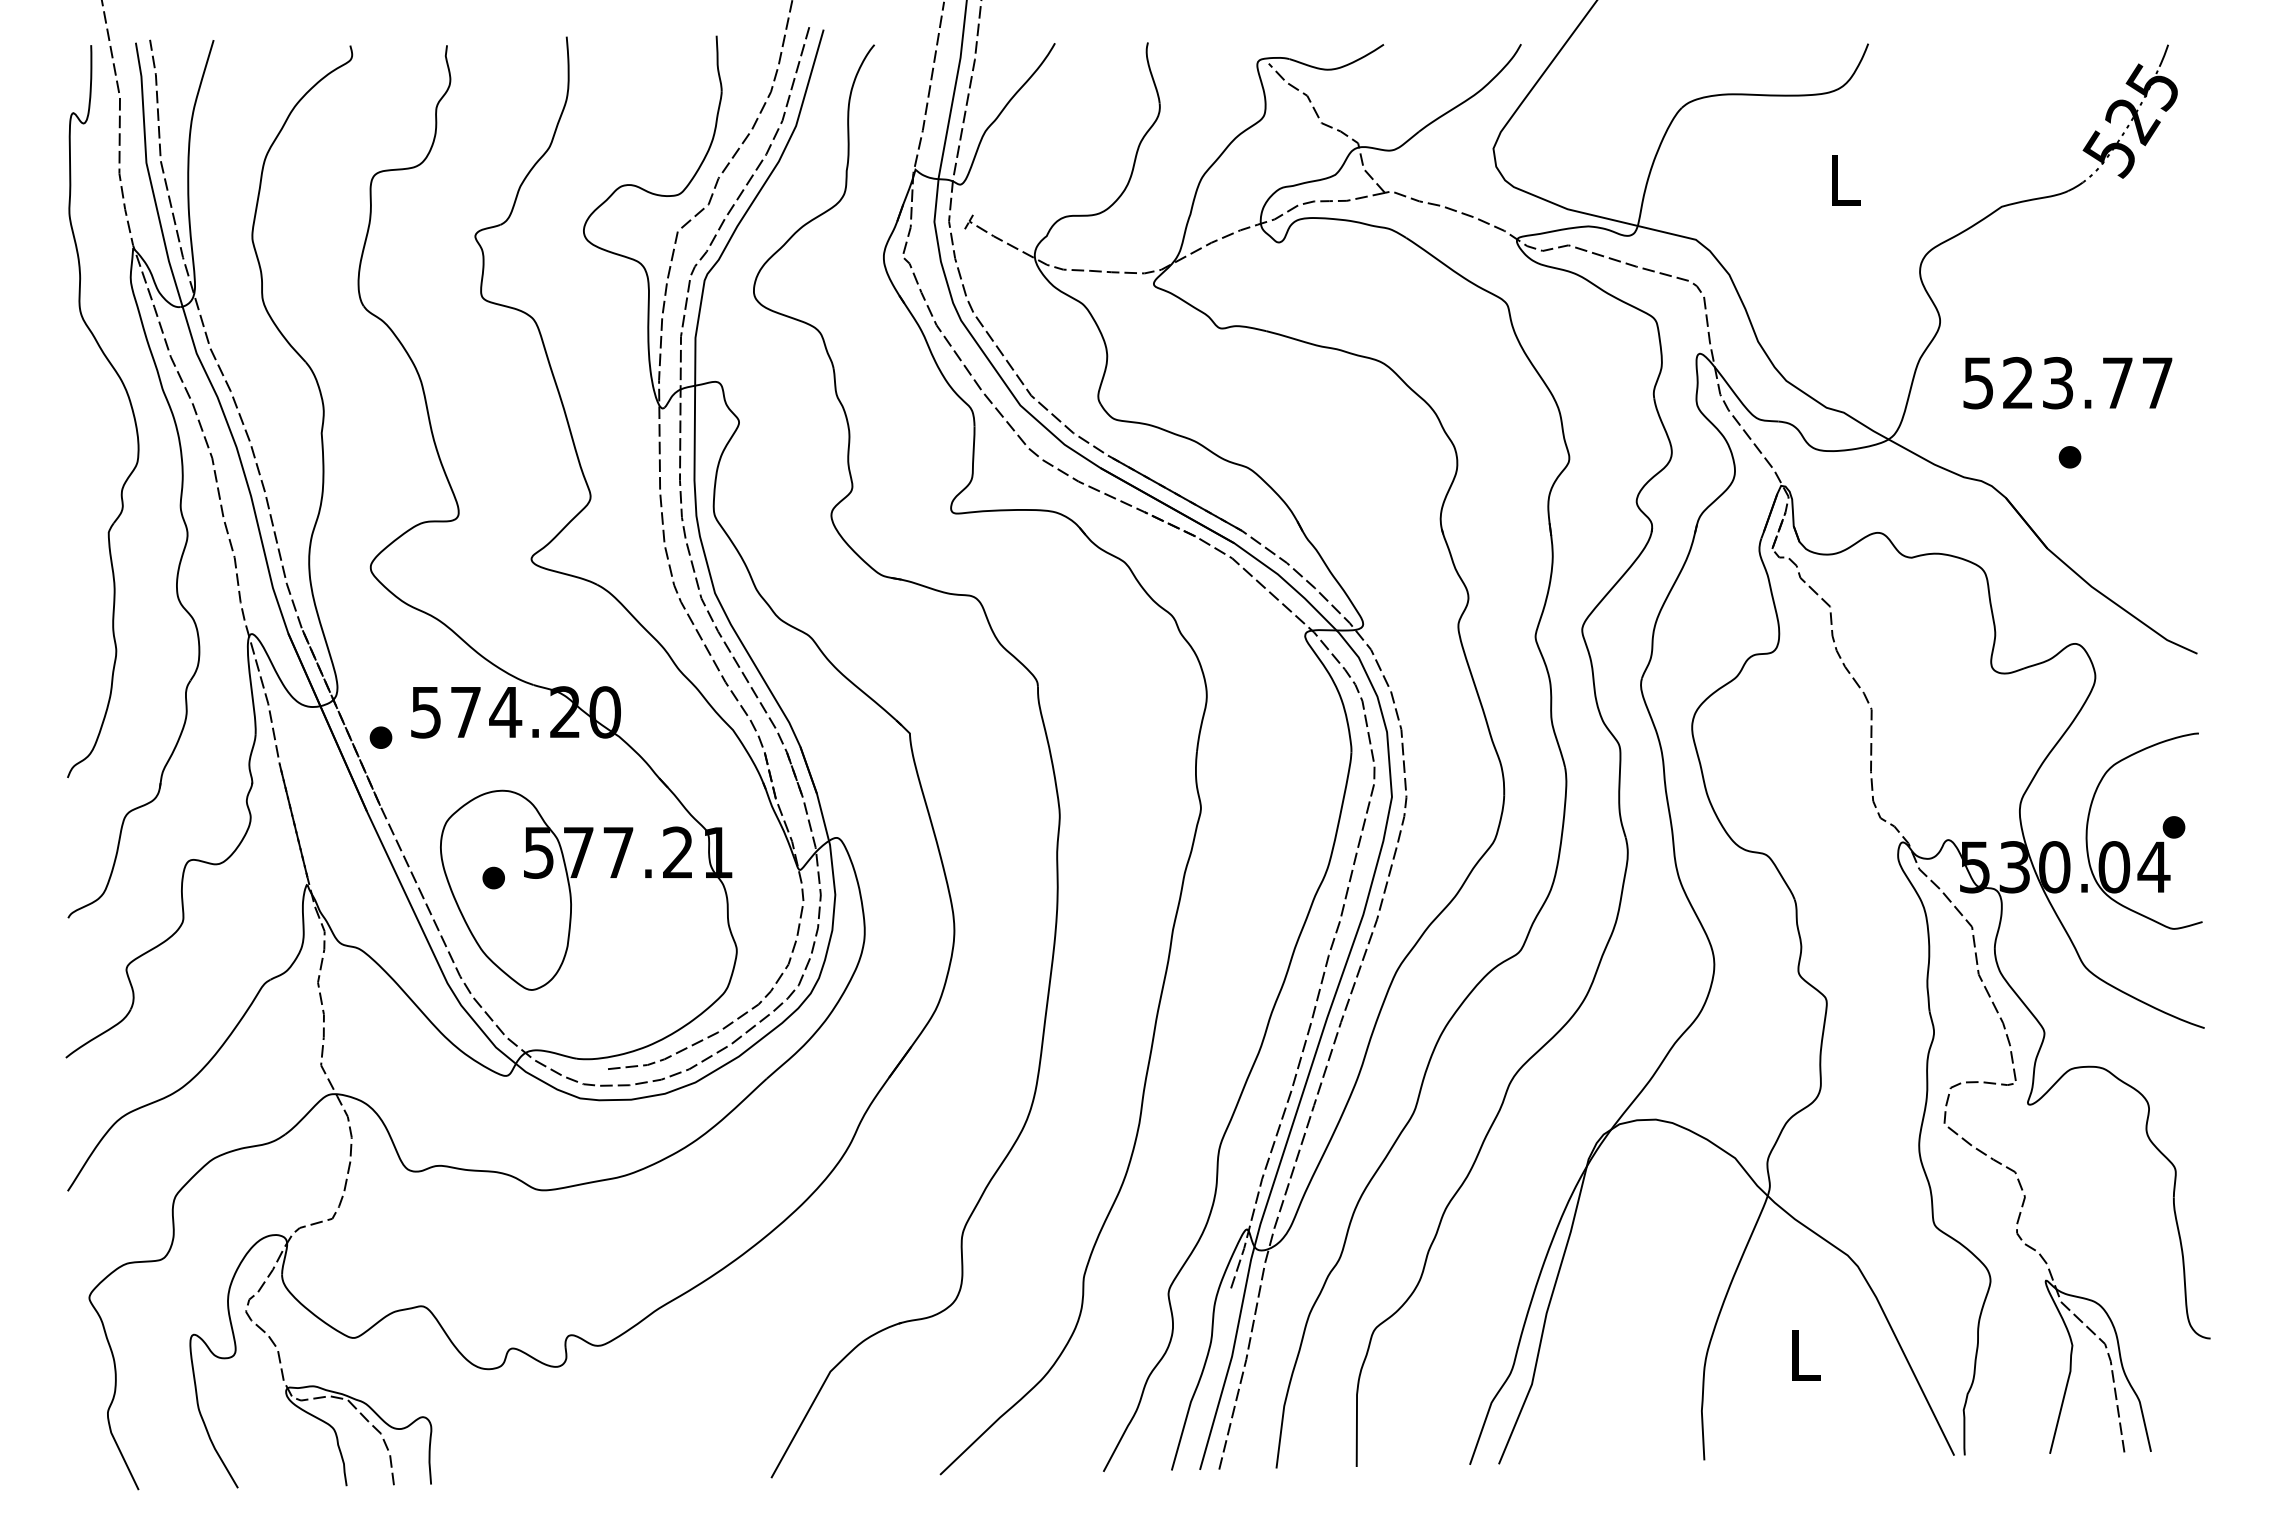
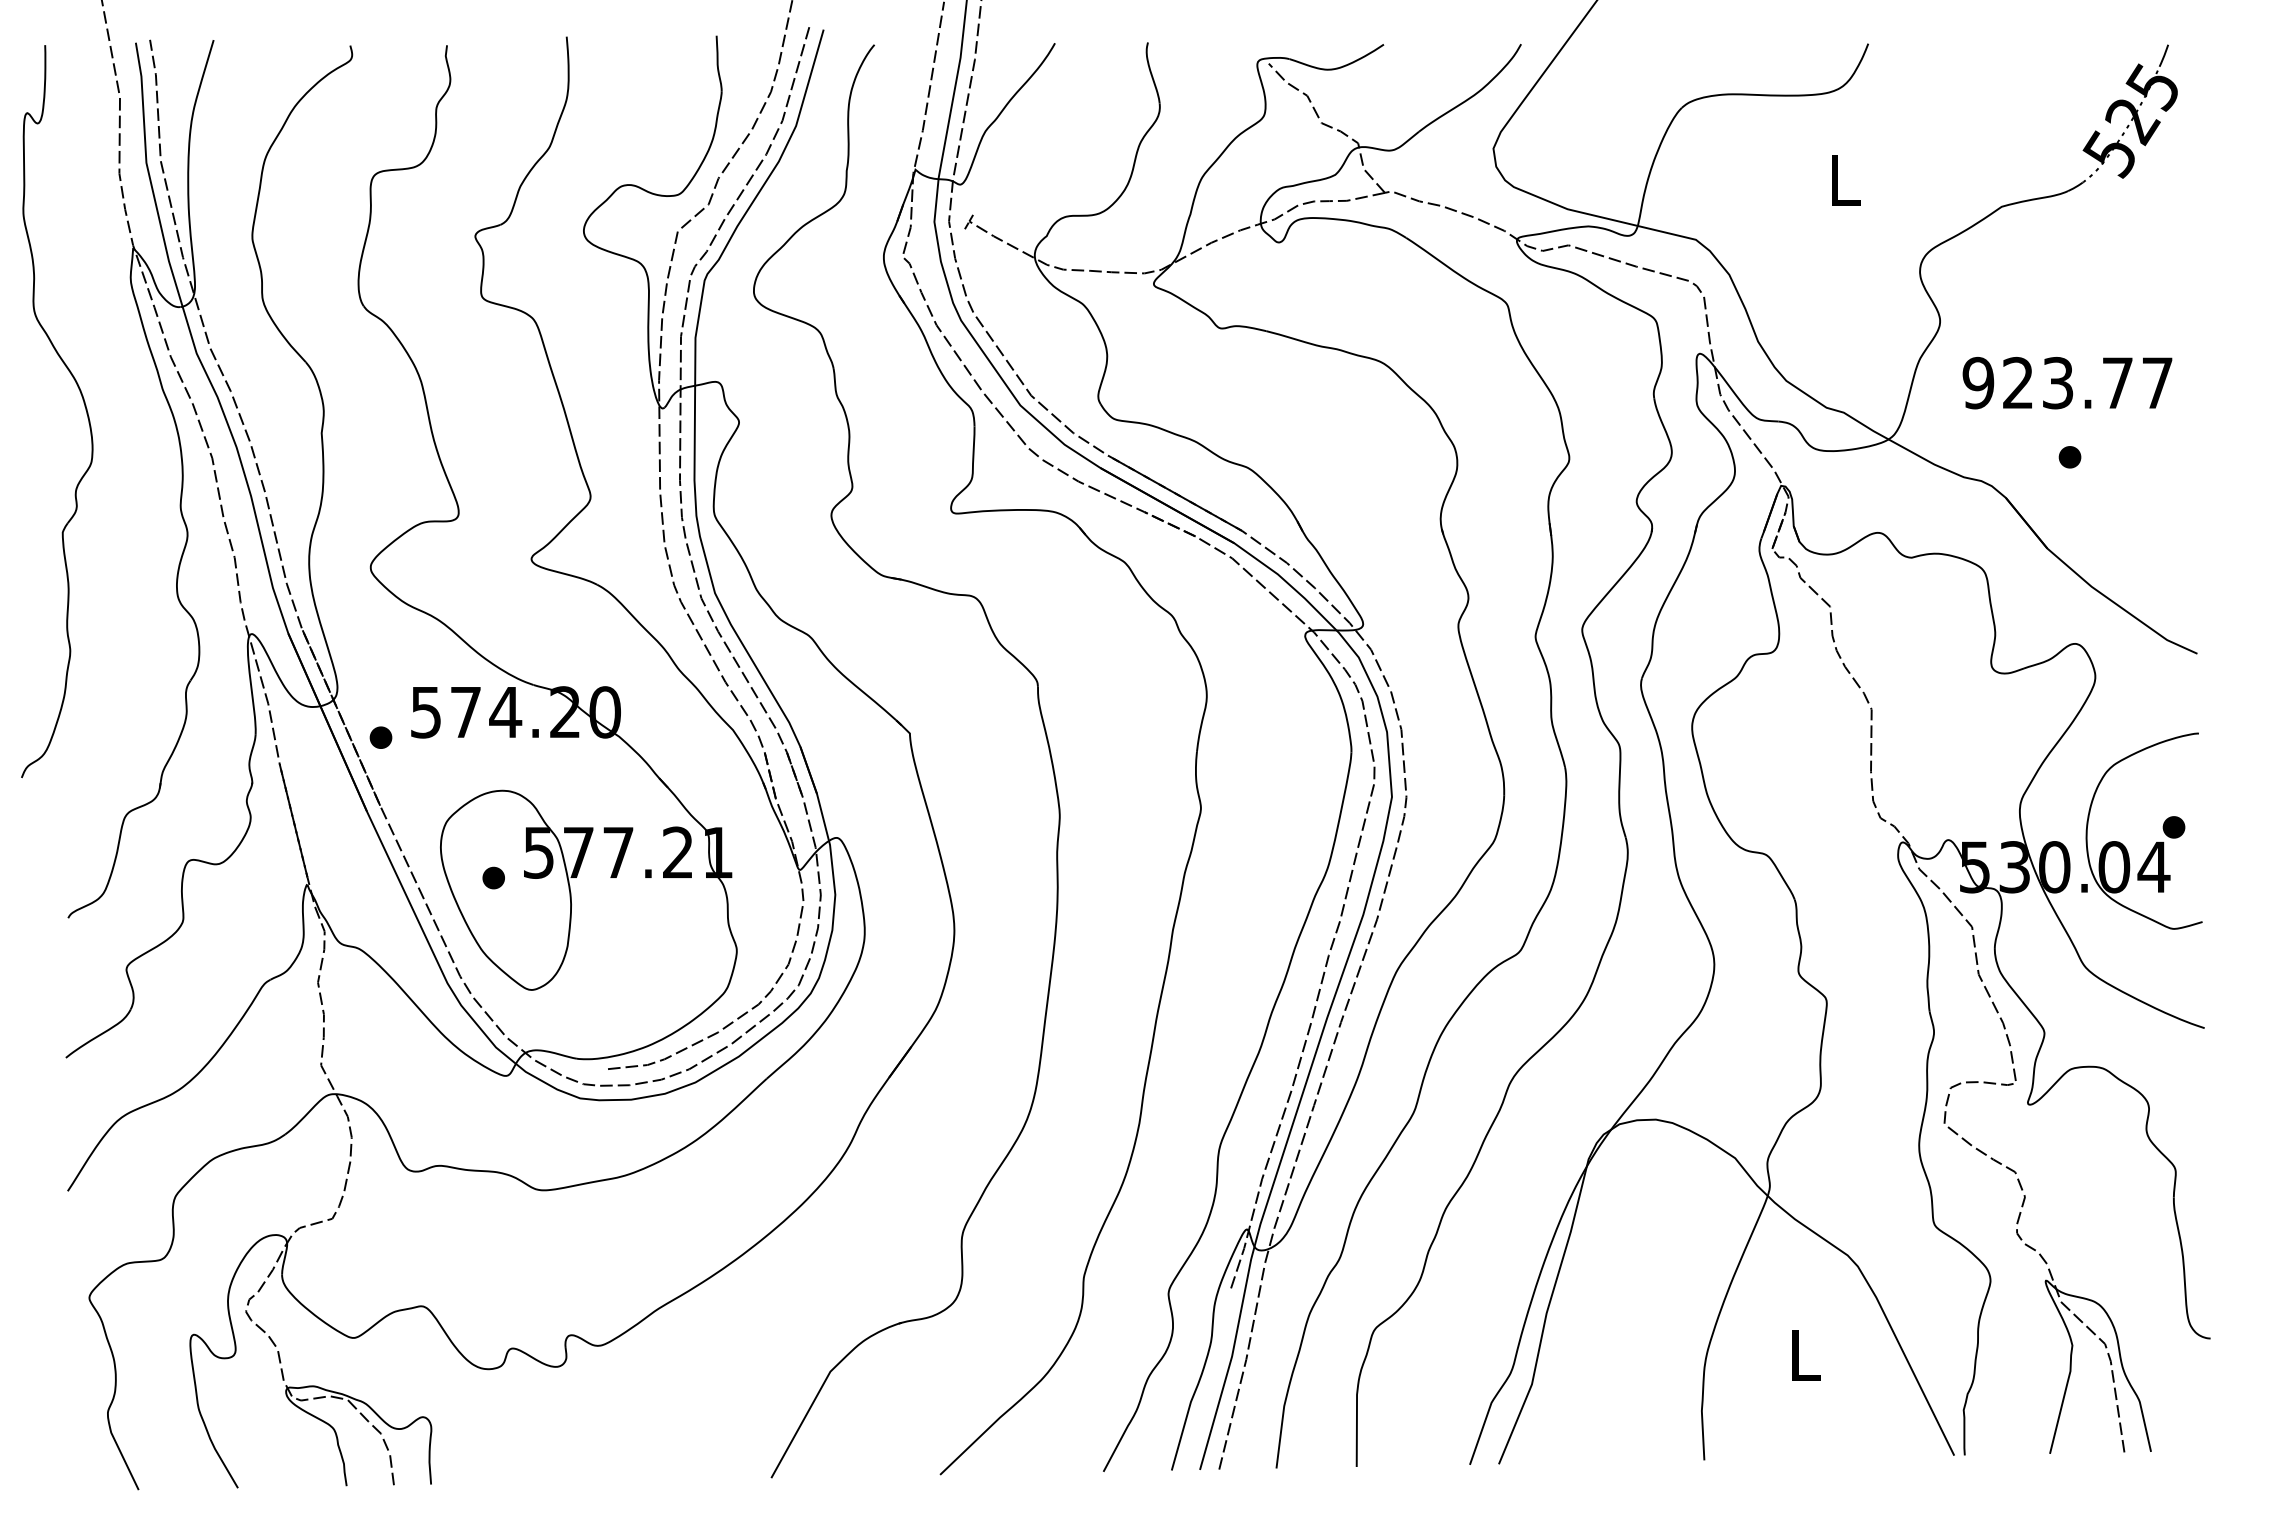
text at (1978, 382): 523.77 -> 923.77
part at (129, 403) position: (129, 403) -> (83, 403)
